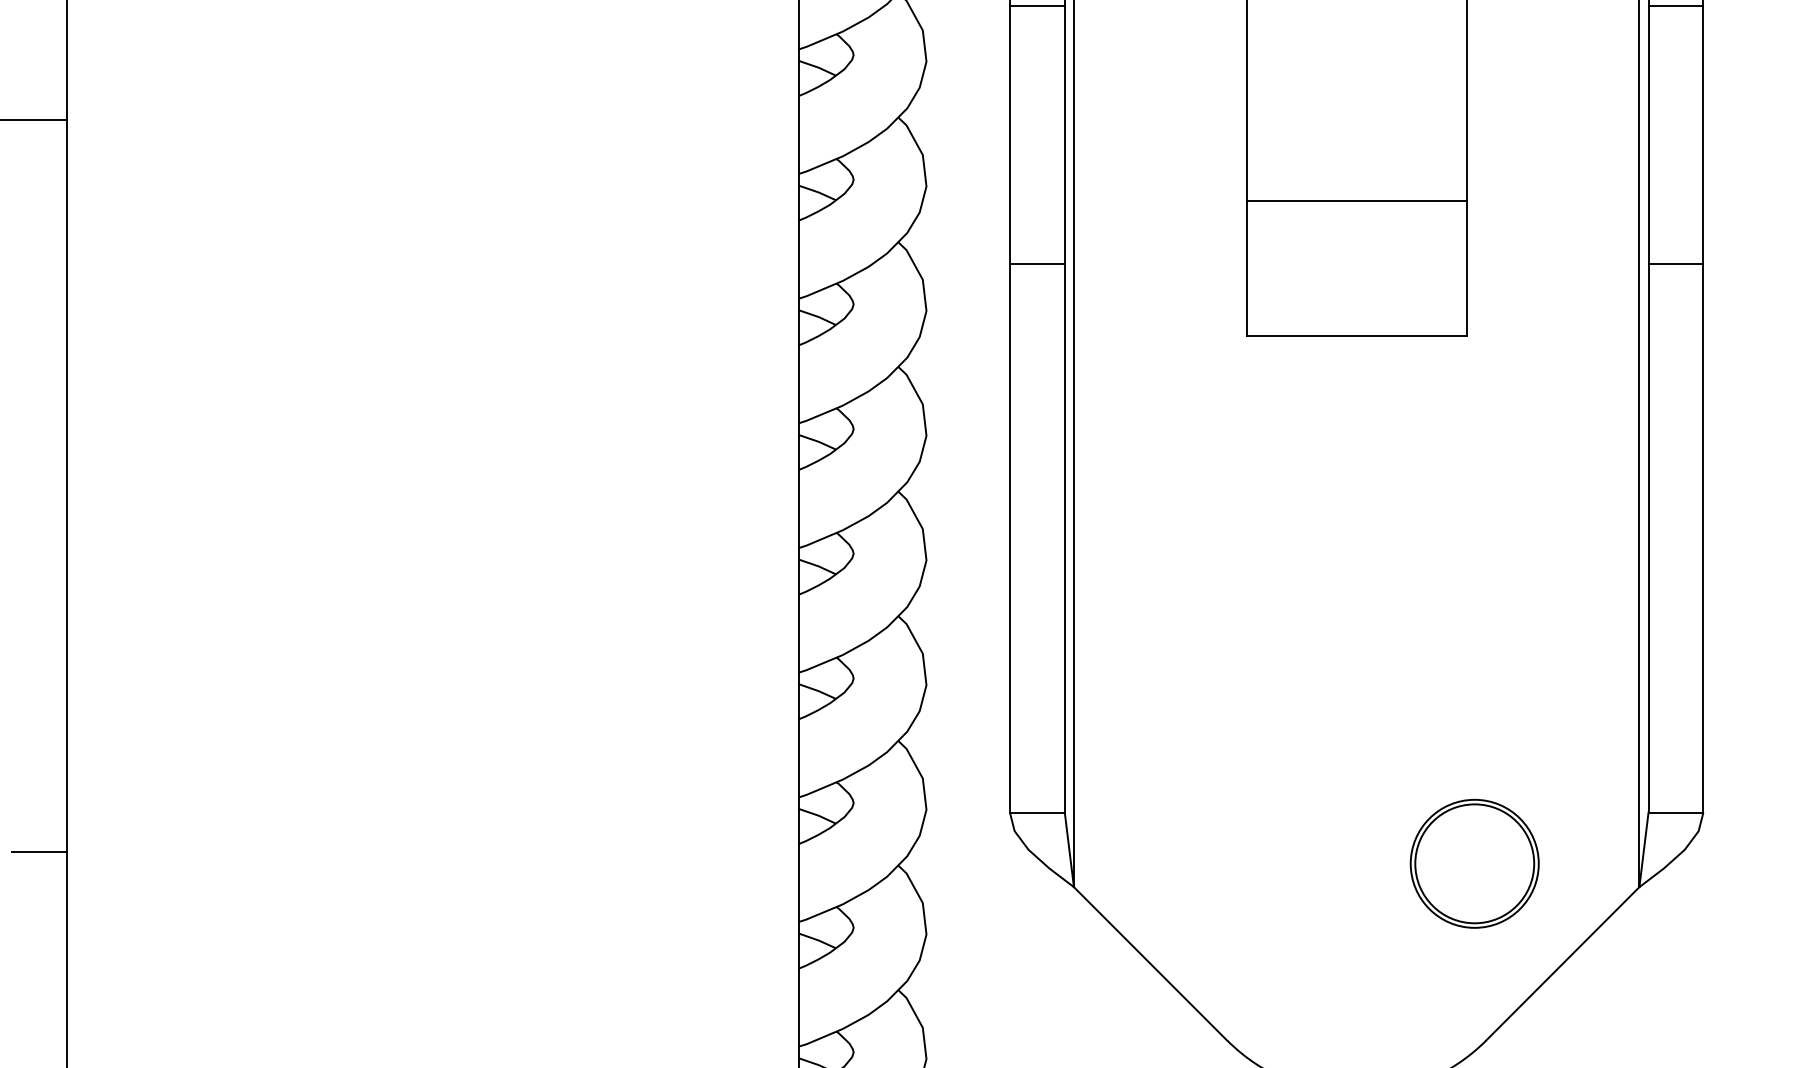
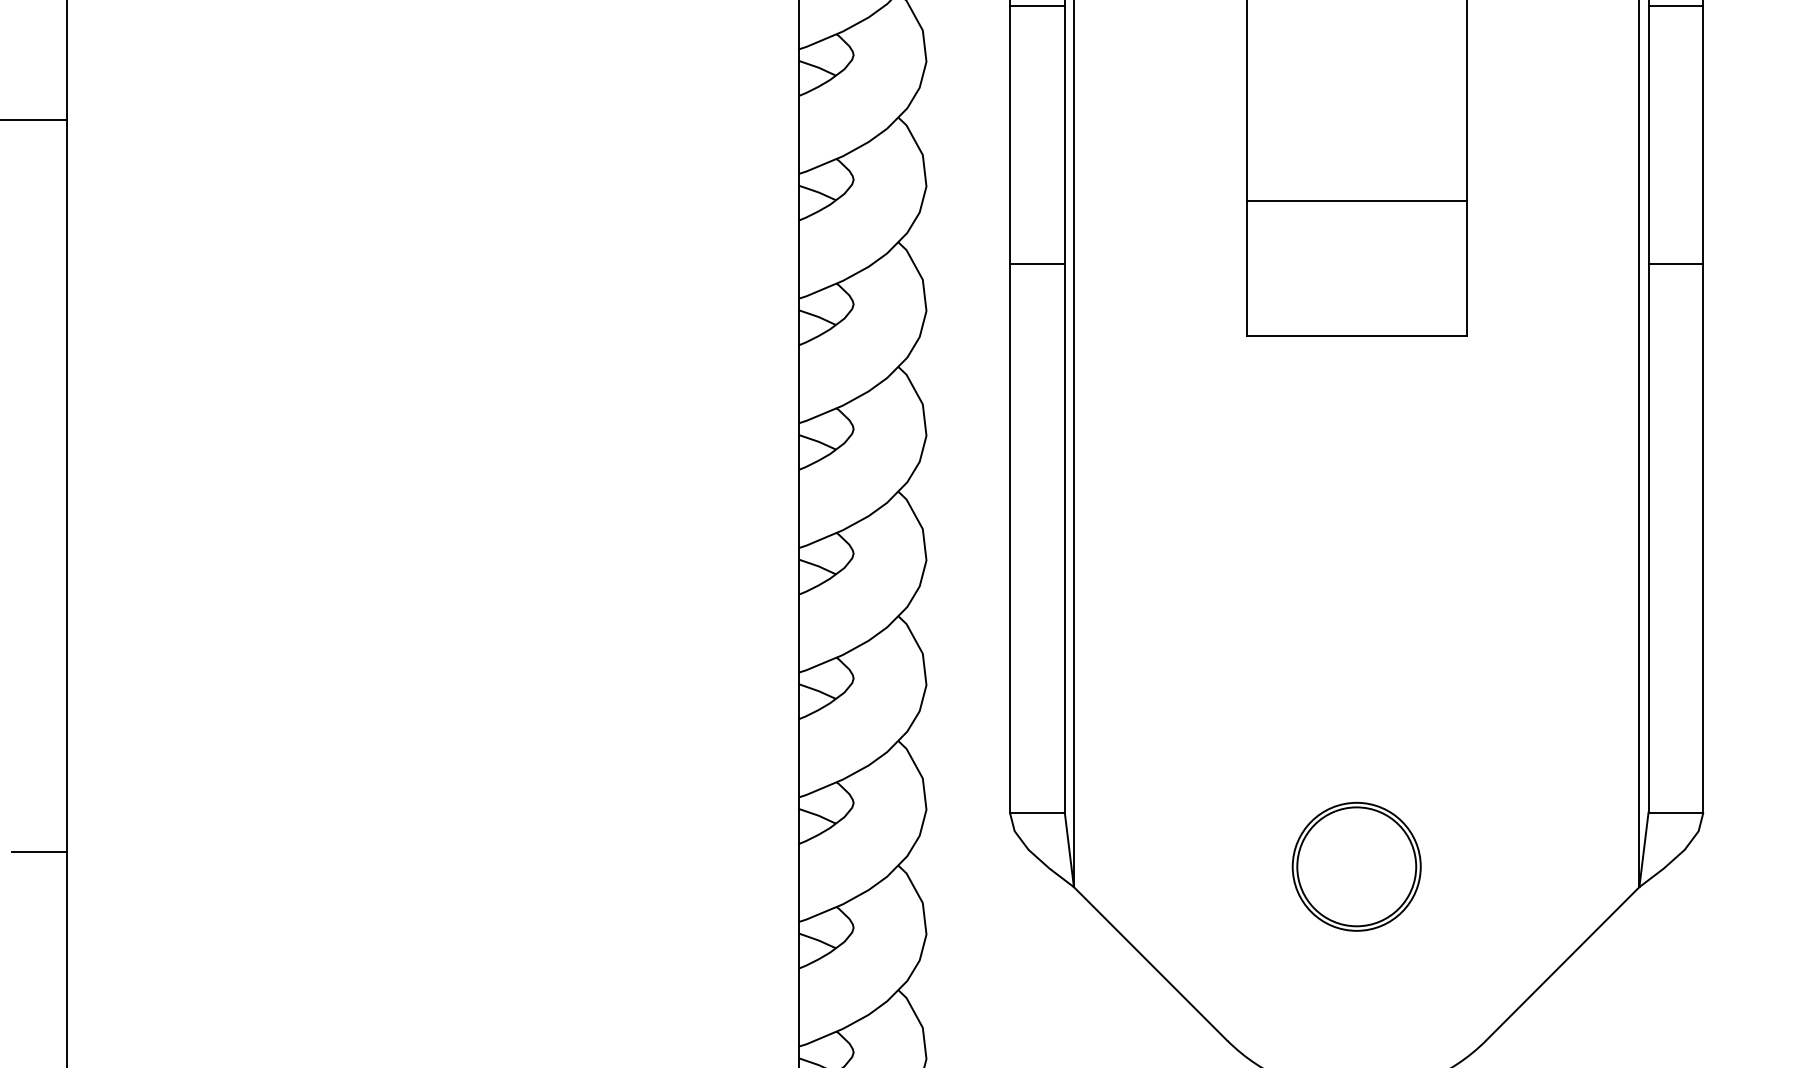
part at (1474, 863) position: (1474, 863) -> (1356, 866)
